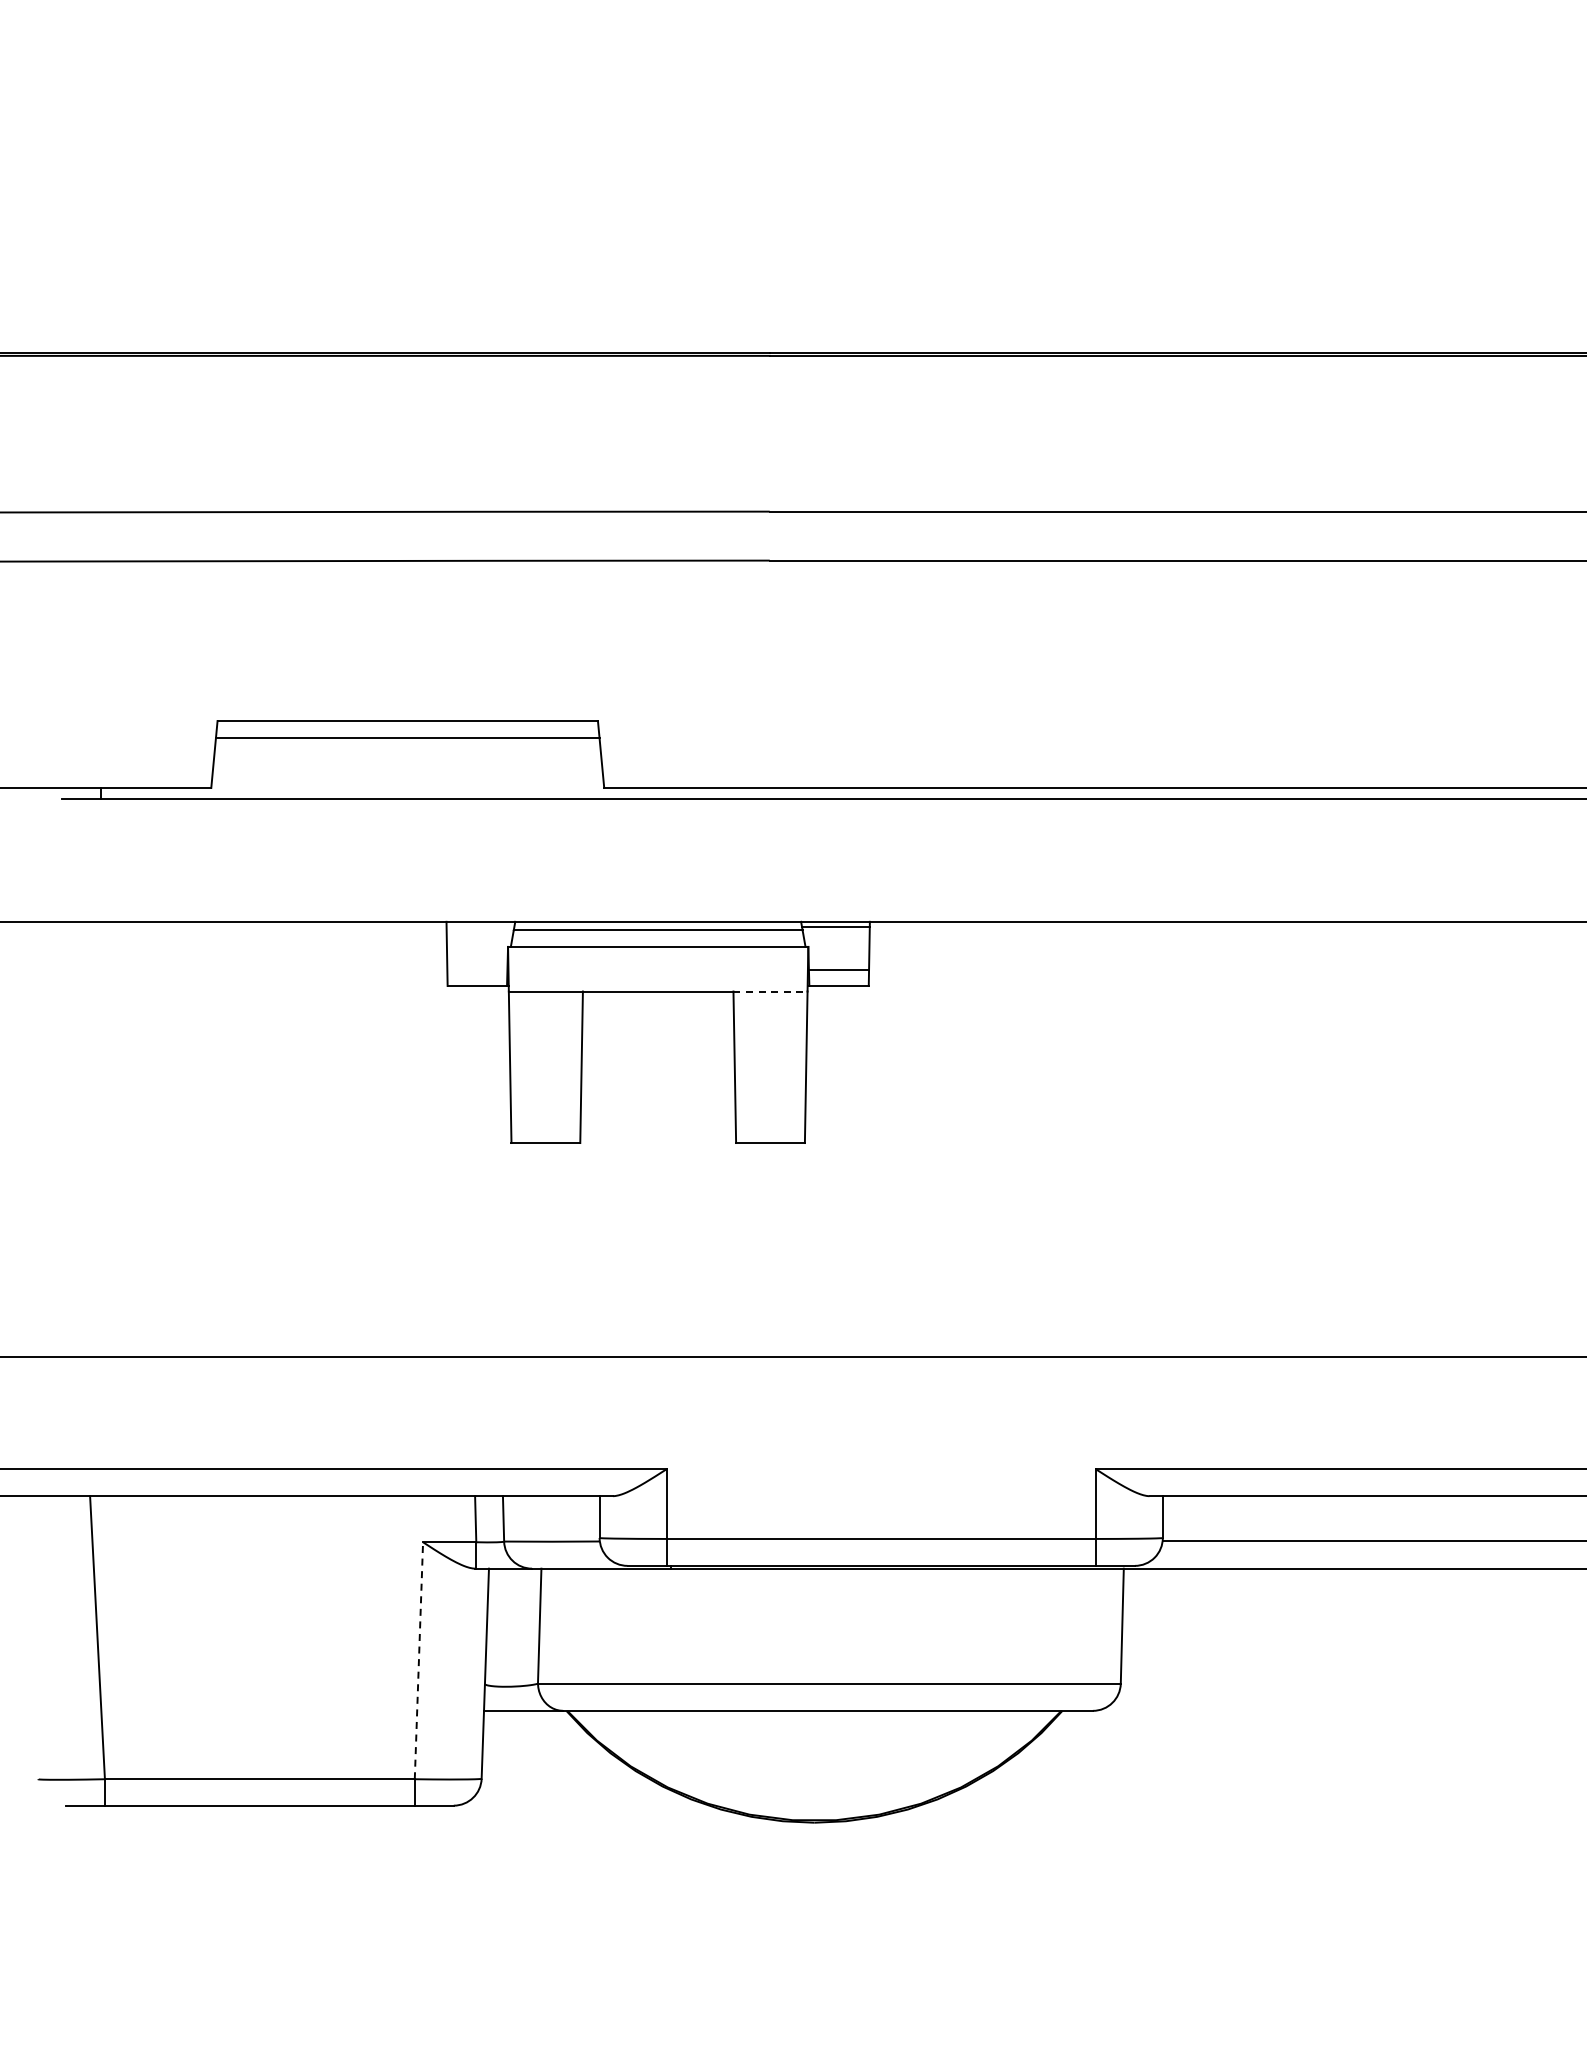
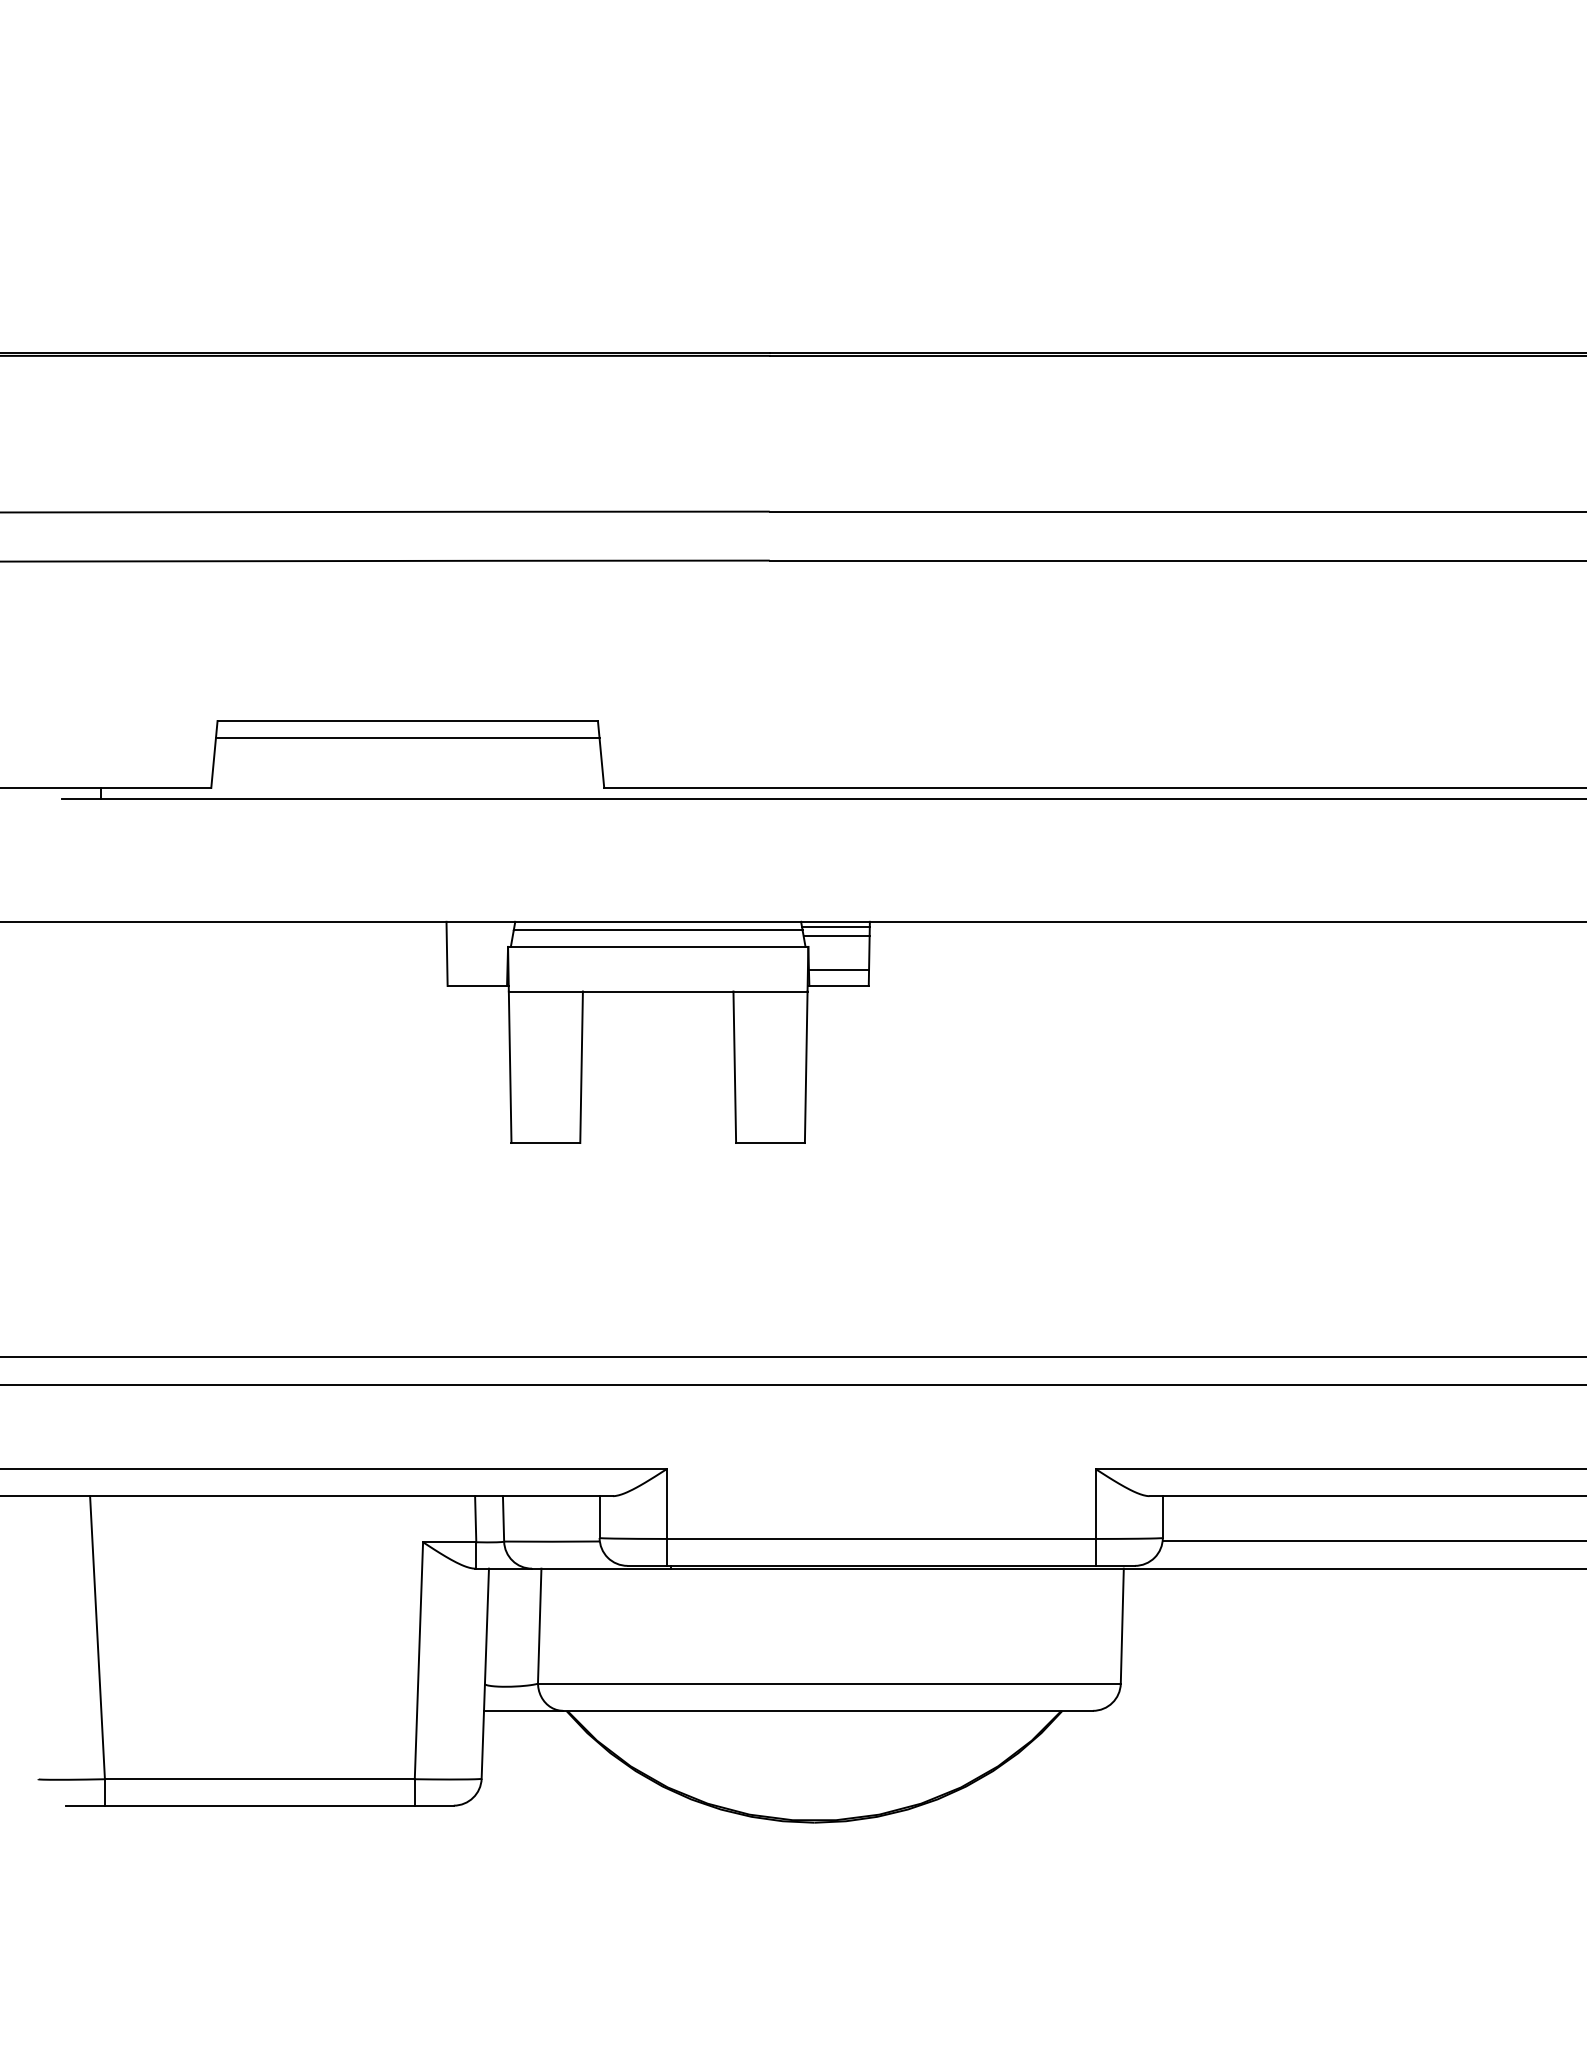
line at (836, 935): none -> present
line at (771, 991): dashed -> solid
line at (792, 1384): none -> present
line at (418, 1660): dashed -> solid
